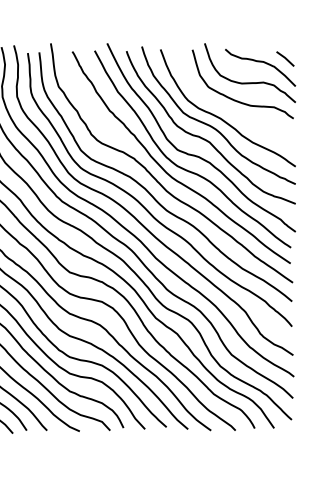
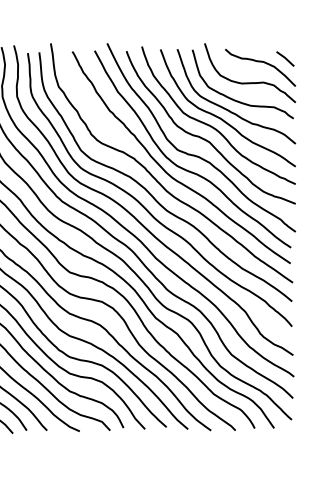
curve at (230, 110): none -> present
